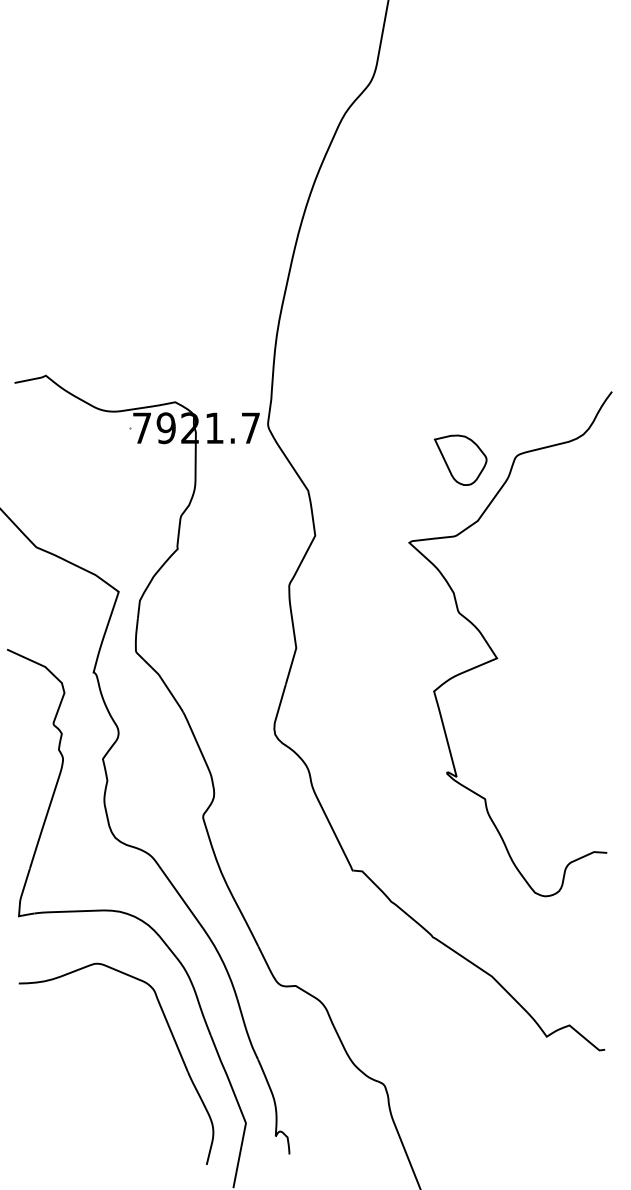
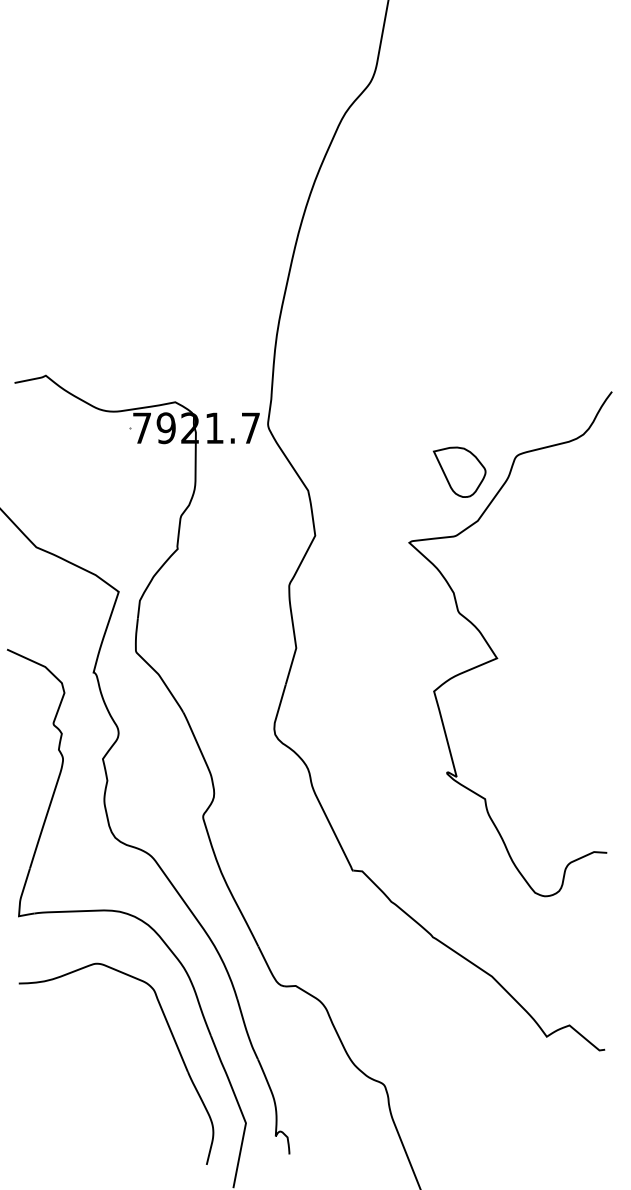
part at (460, 459) position: (460, 459) -> (459, 471)
